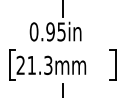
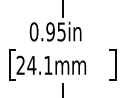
text at (39, 65): 21.3mm -> 24.1mm
